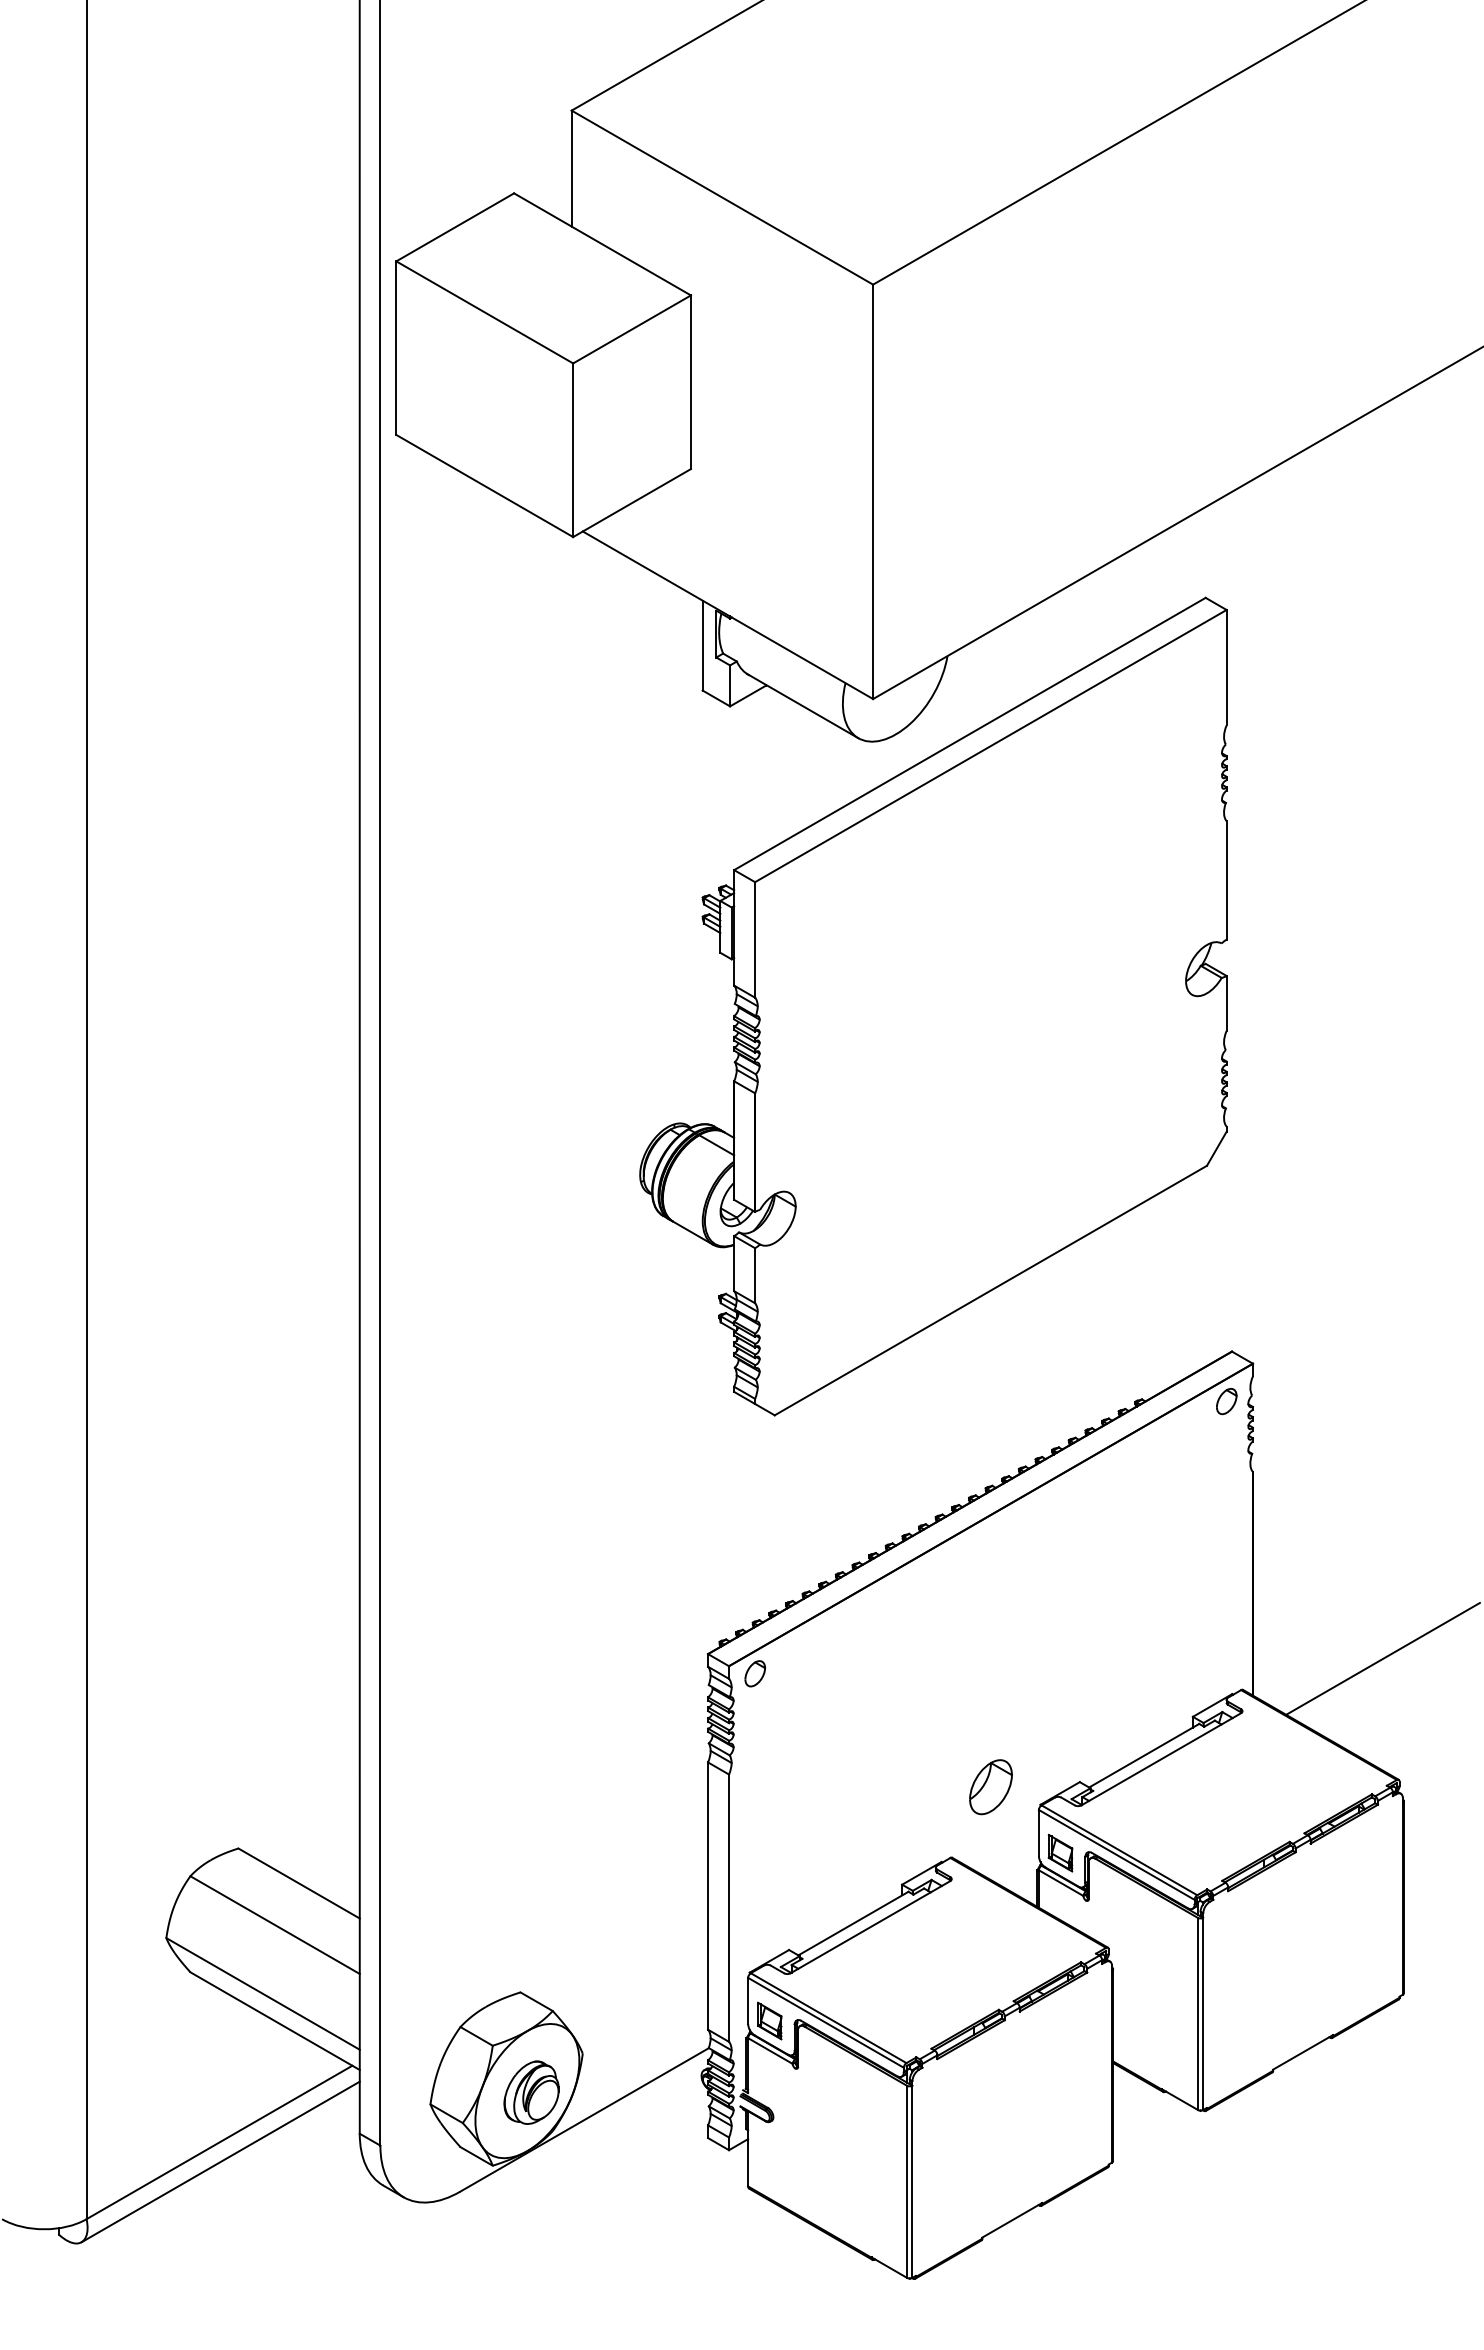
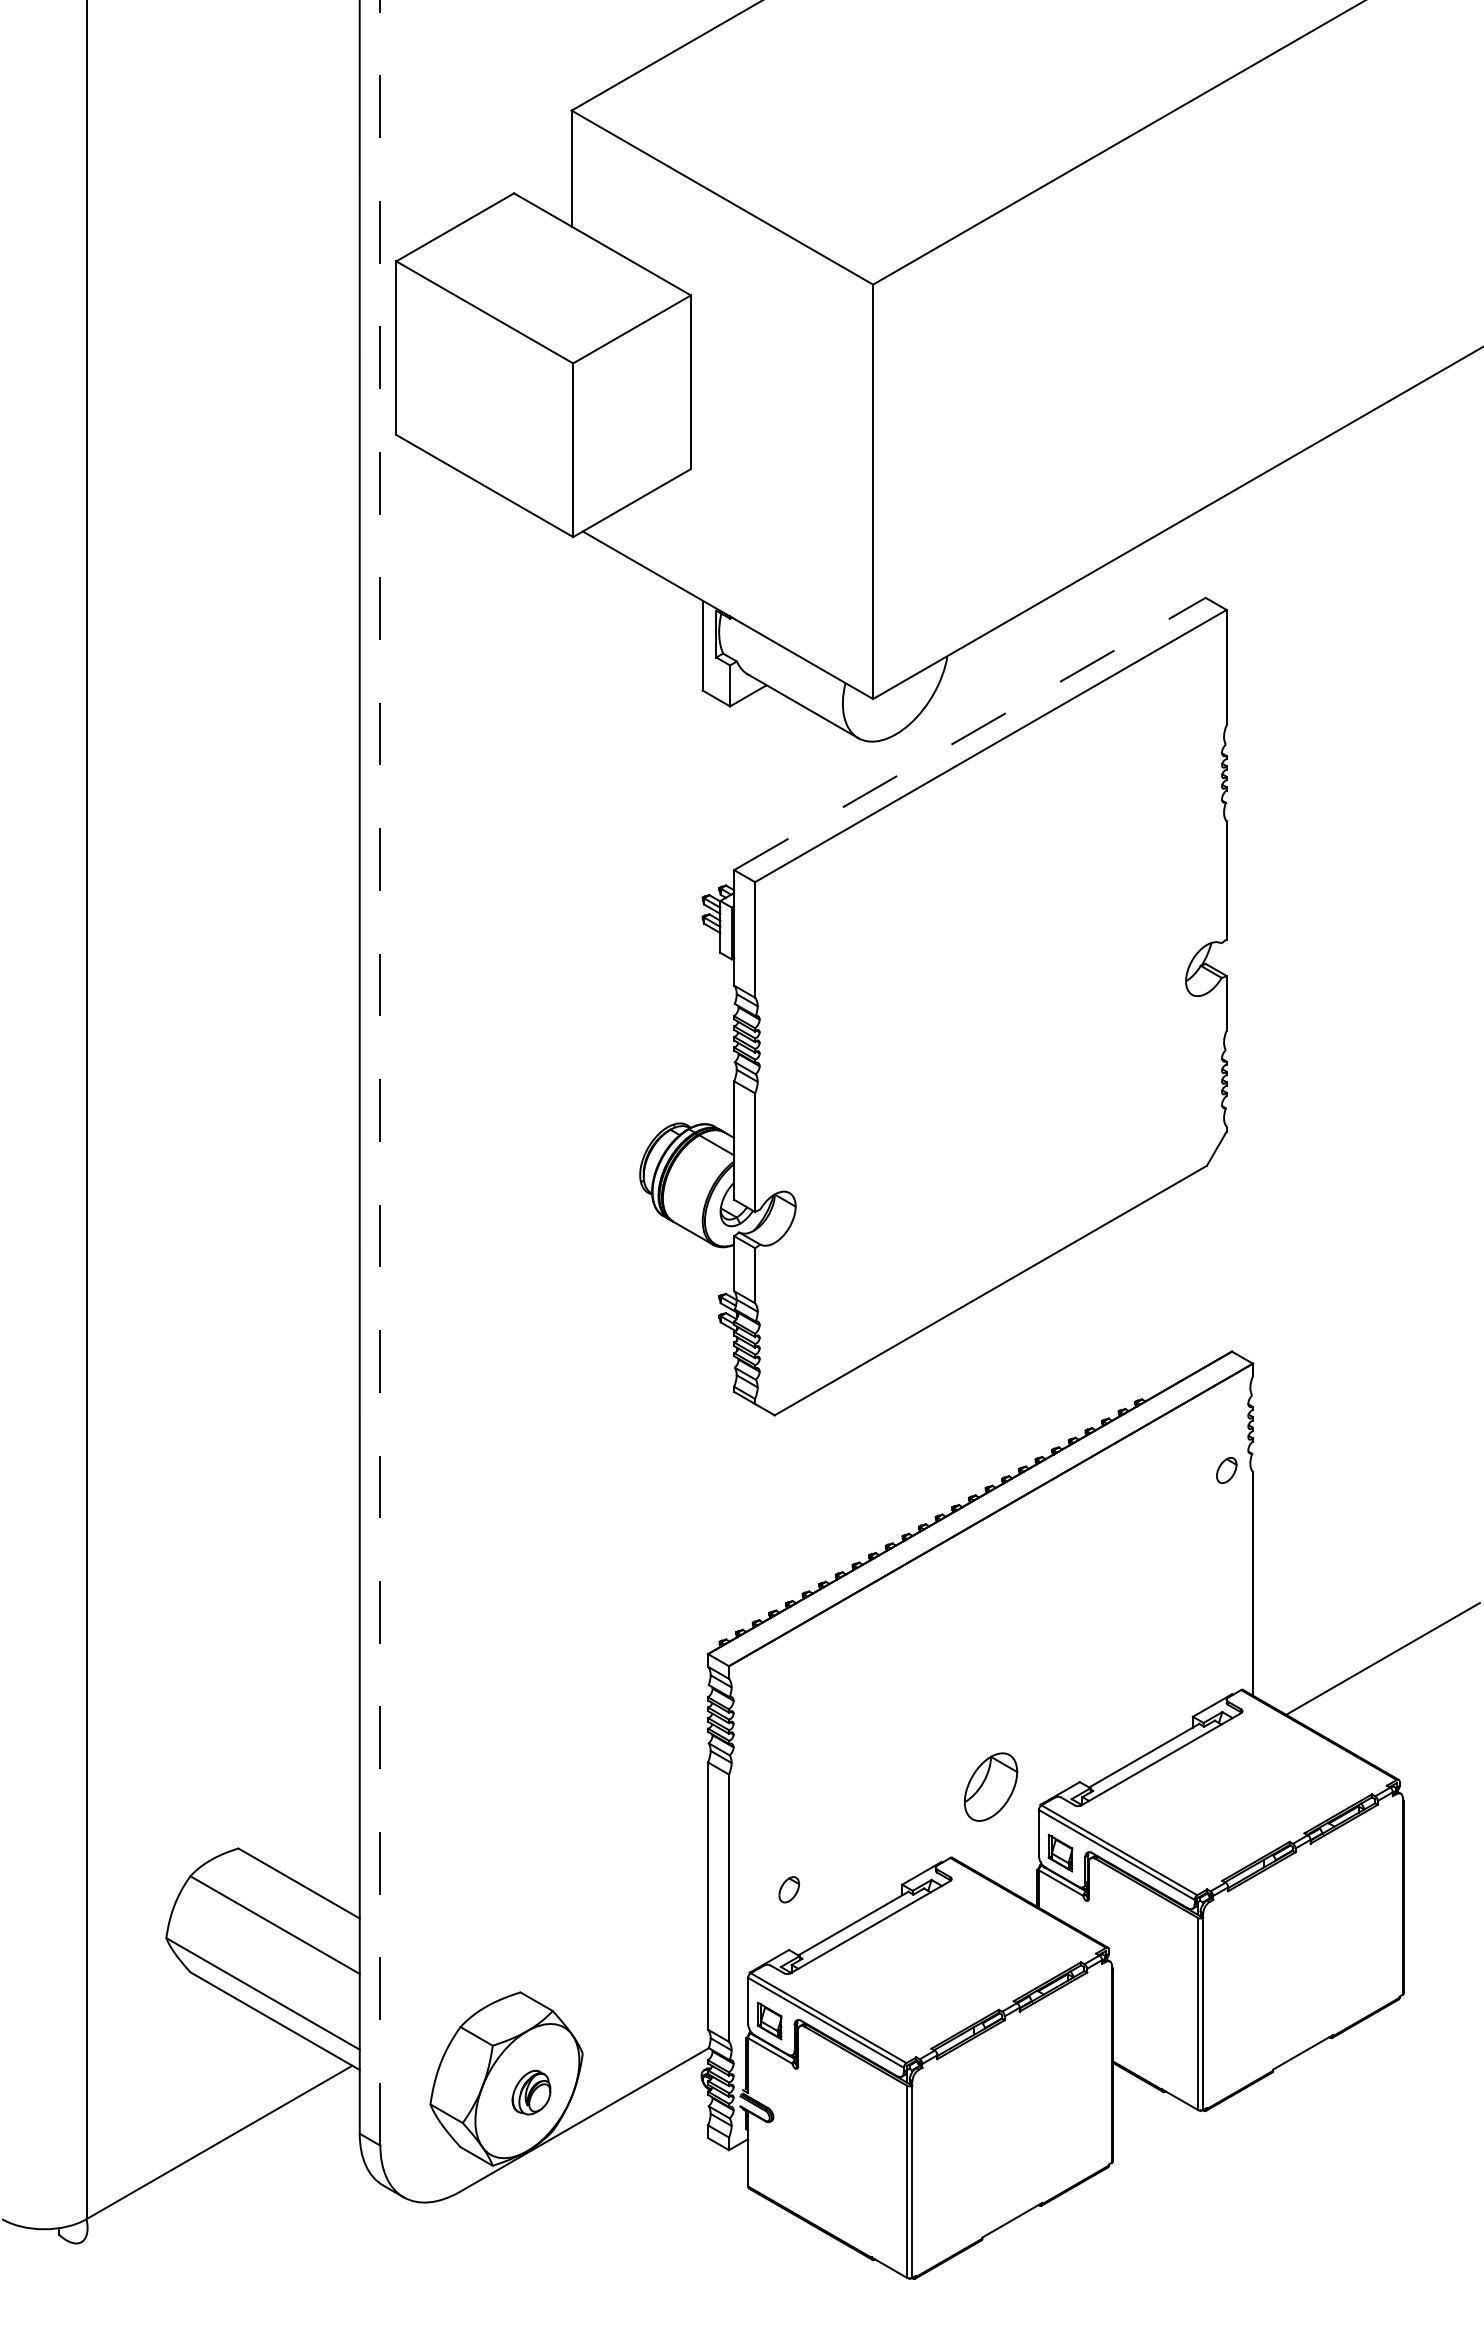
line at (970, 733): solid -> dashed
line at (380, 1072): solid -> dashed
part at (1226, 1401) position: (1226, 1401) -> (1226, 1470)
part at (755, 1673) position: (755, 1673) -> (789, 1889)
part at (990, 1787) size: 44x57 px -> 56x70 px
part at (531, 2092) size: 57x65 px -> 41x47 px
line at (220, 2161): present -> none
